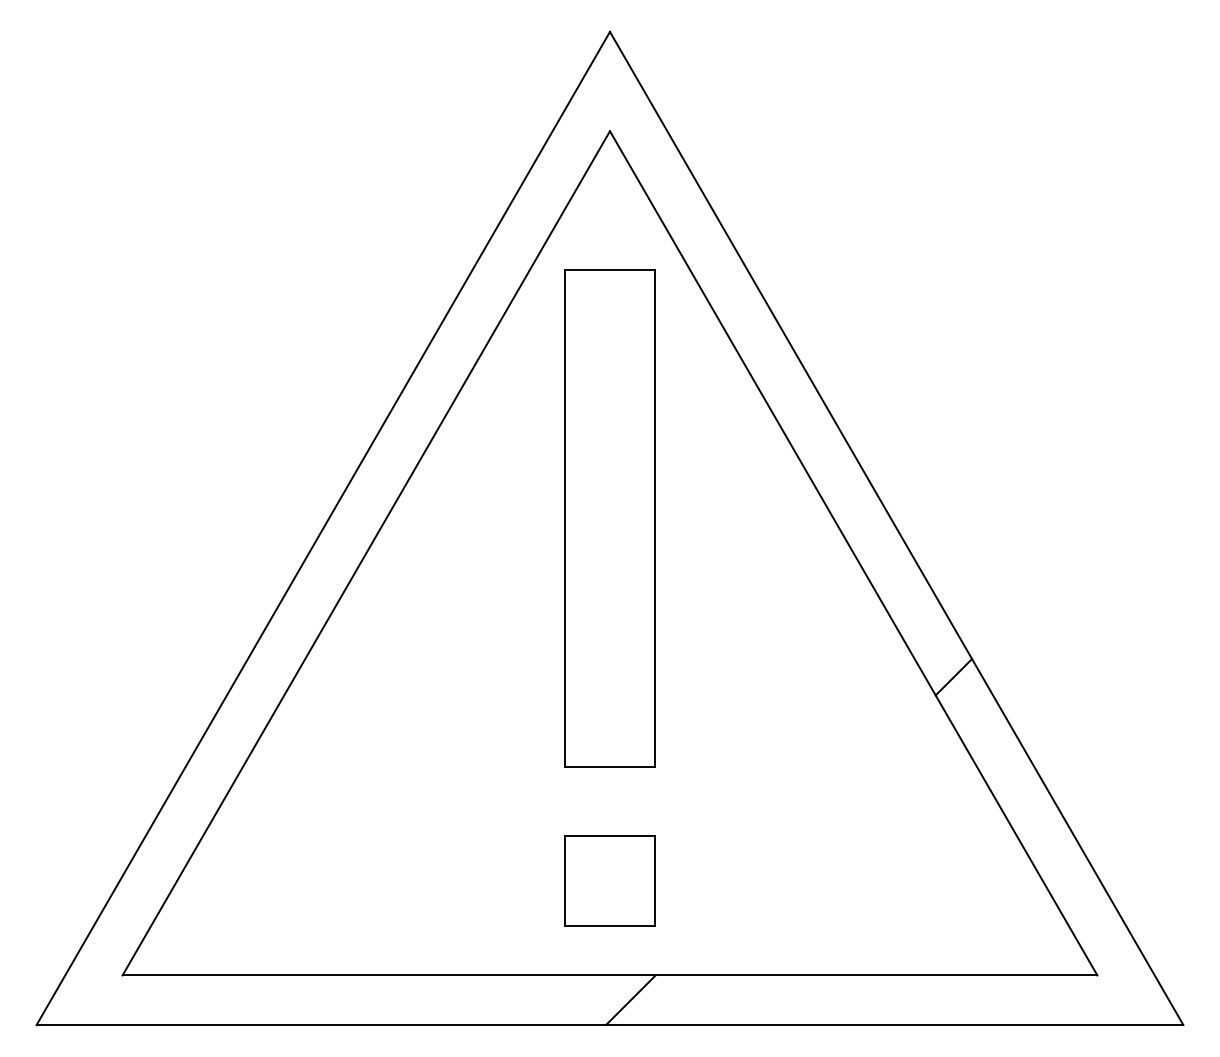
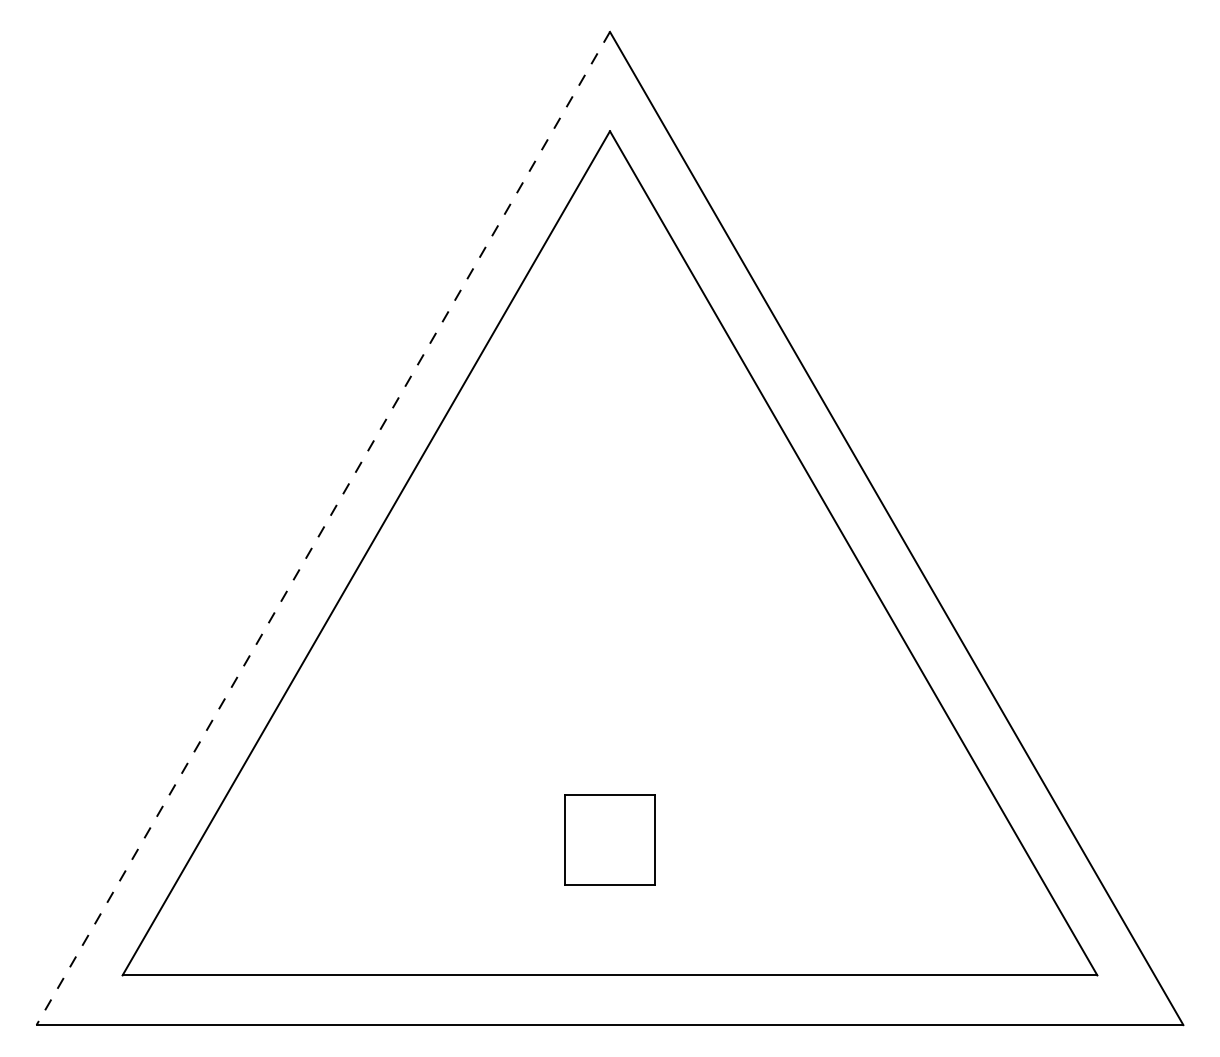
part at (609, 518): present -> none
line at (323, 528): solid -> dashed
line at (953, 677): present -> none
part at (609, 880) position: (609, 880) -> (609, 839)
line at (630, 1000): present -> none
